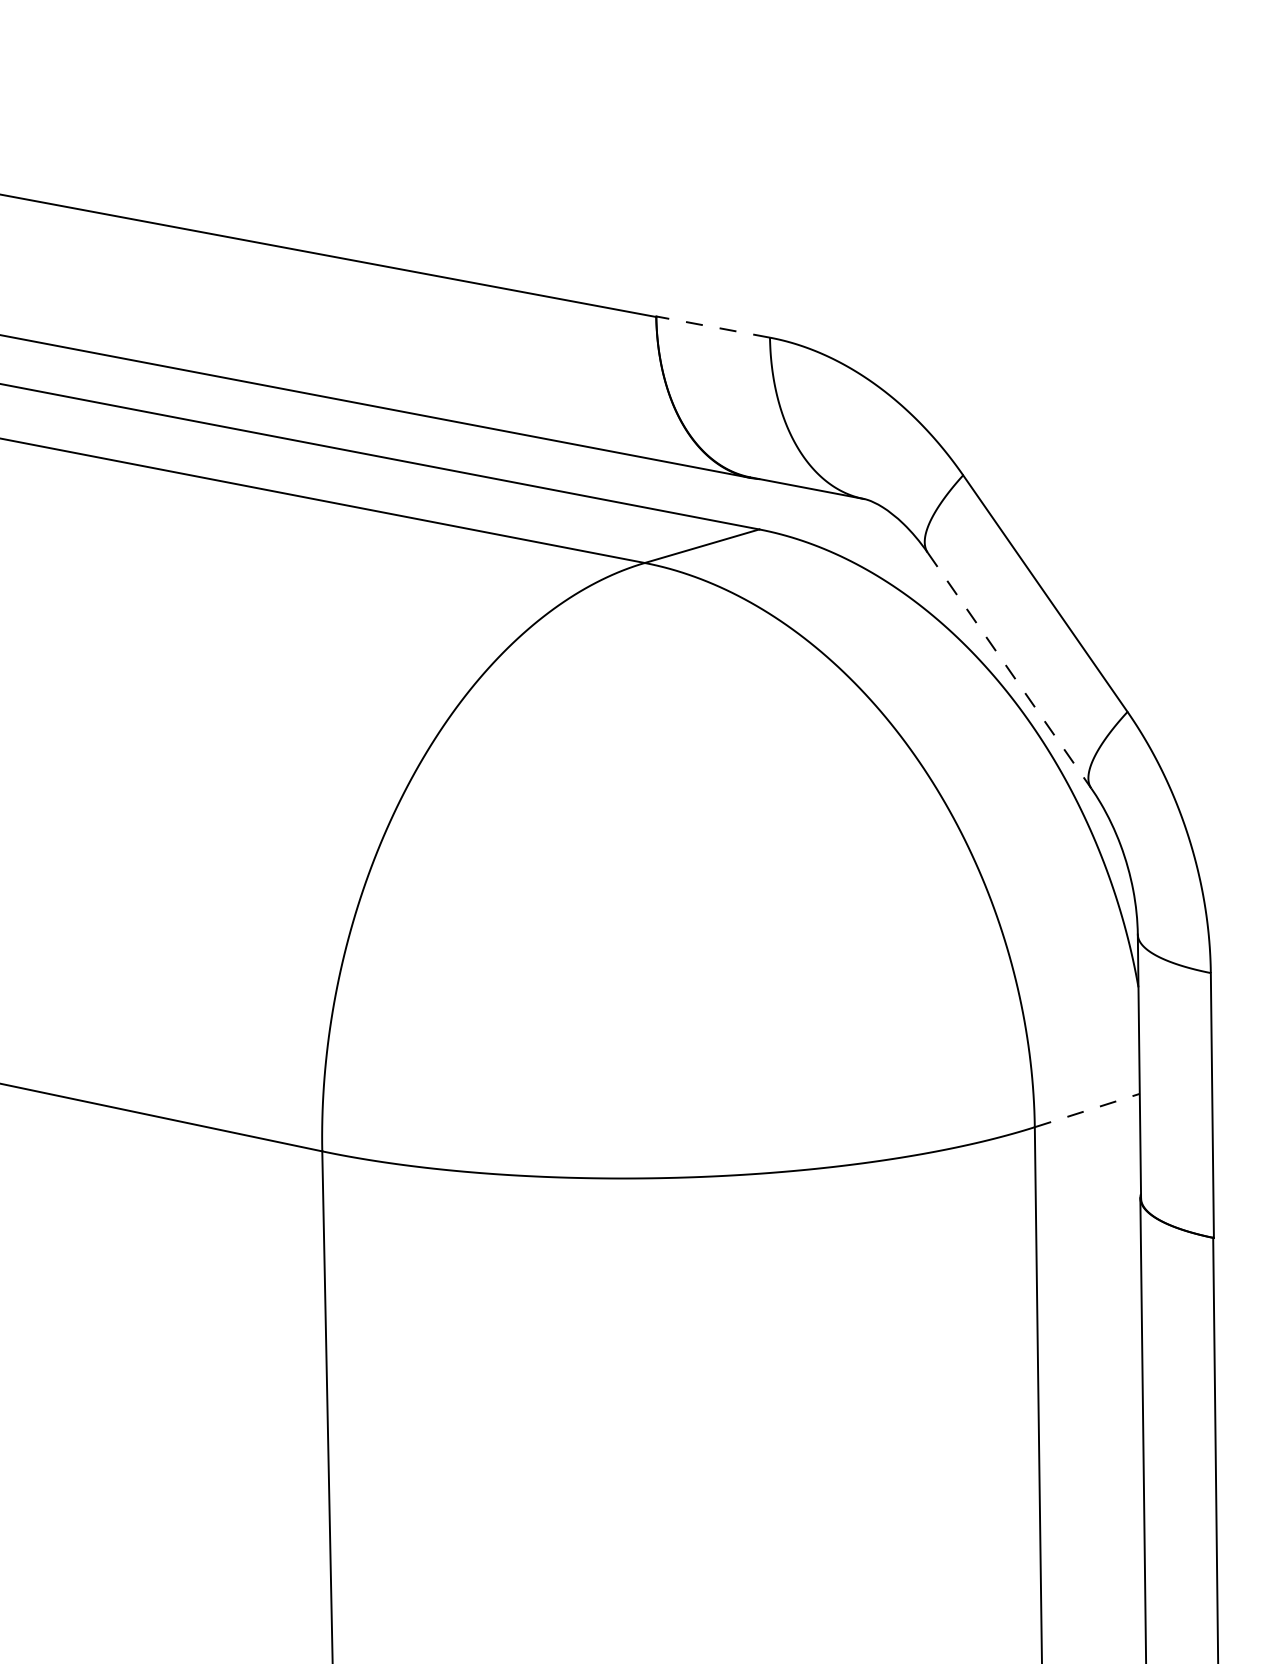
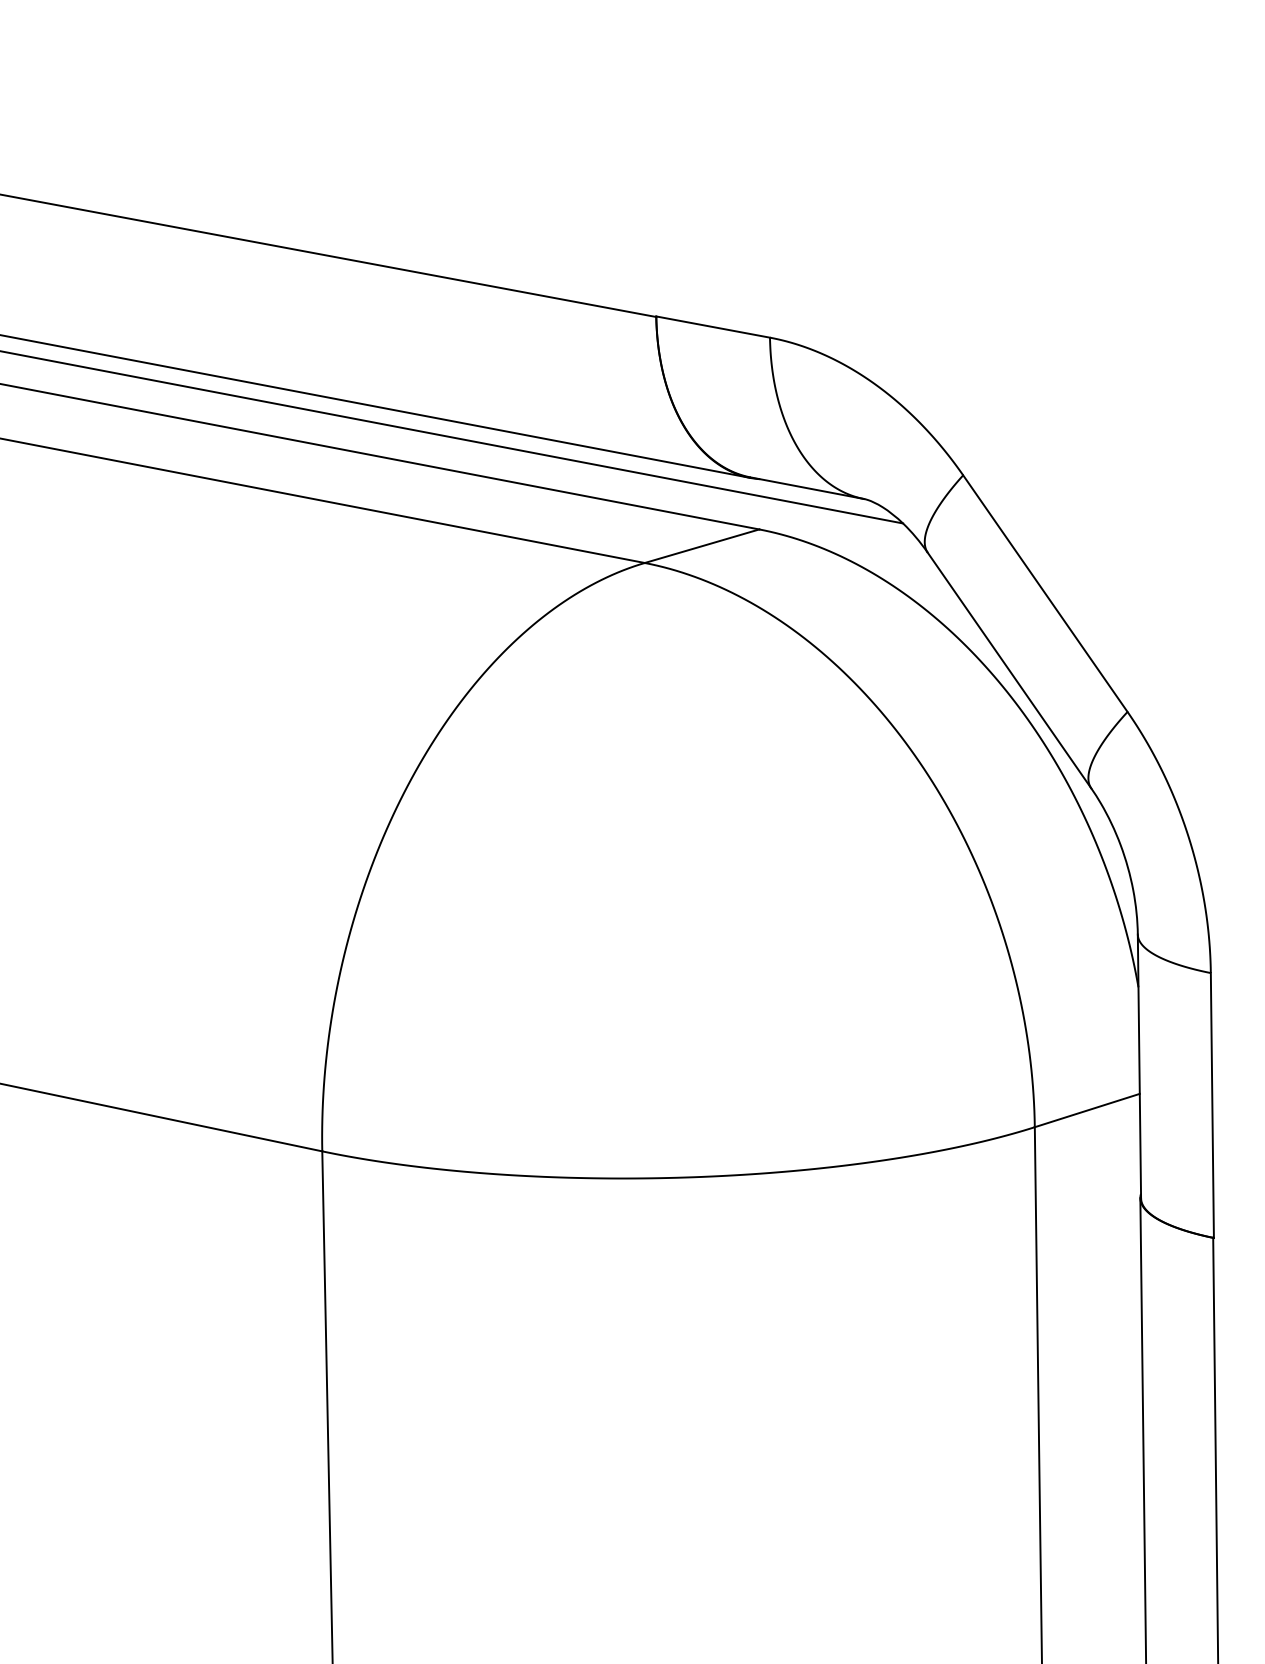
line at (713, 327): dashed -> solid
line at (452, 437): none -> present
line at (1009, 671): dashed -> solid
line at (1087, 1110): dashed -> solid
